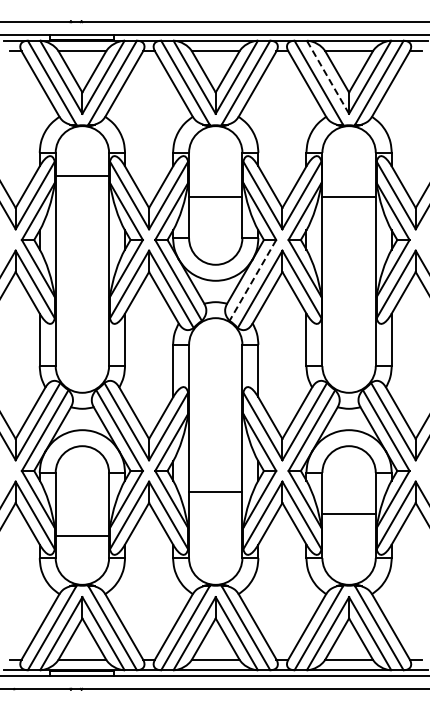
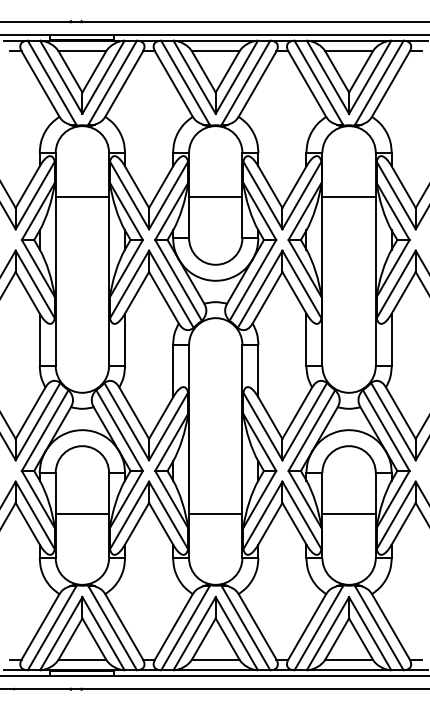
line at (327, 76): dashed -> solid
line at (82, 175) position: (82, 175) -> (82, 196)
line at (252, 280): dashed -> solid
line at (215, 492) position: (215, 492) -> (215, 514)
line at (82, 536) position: (82, 536) -> (82, 514)
